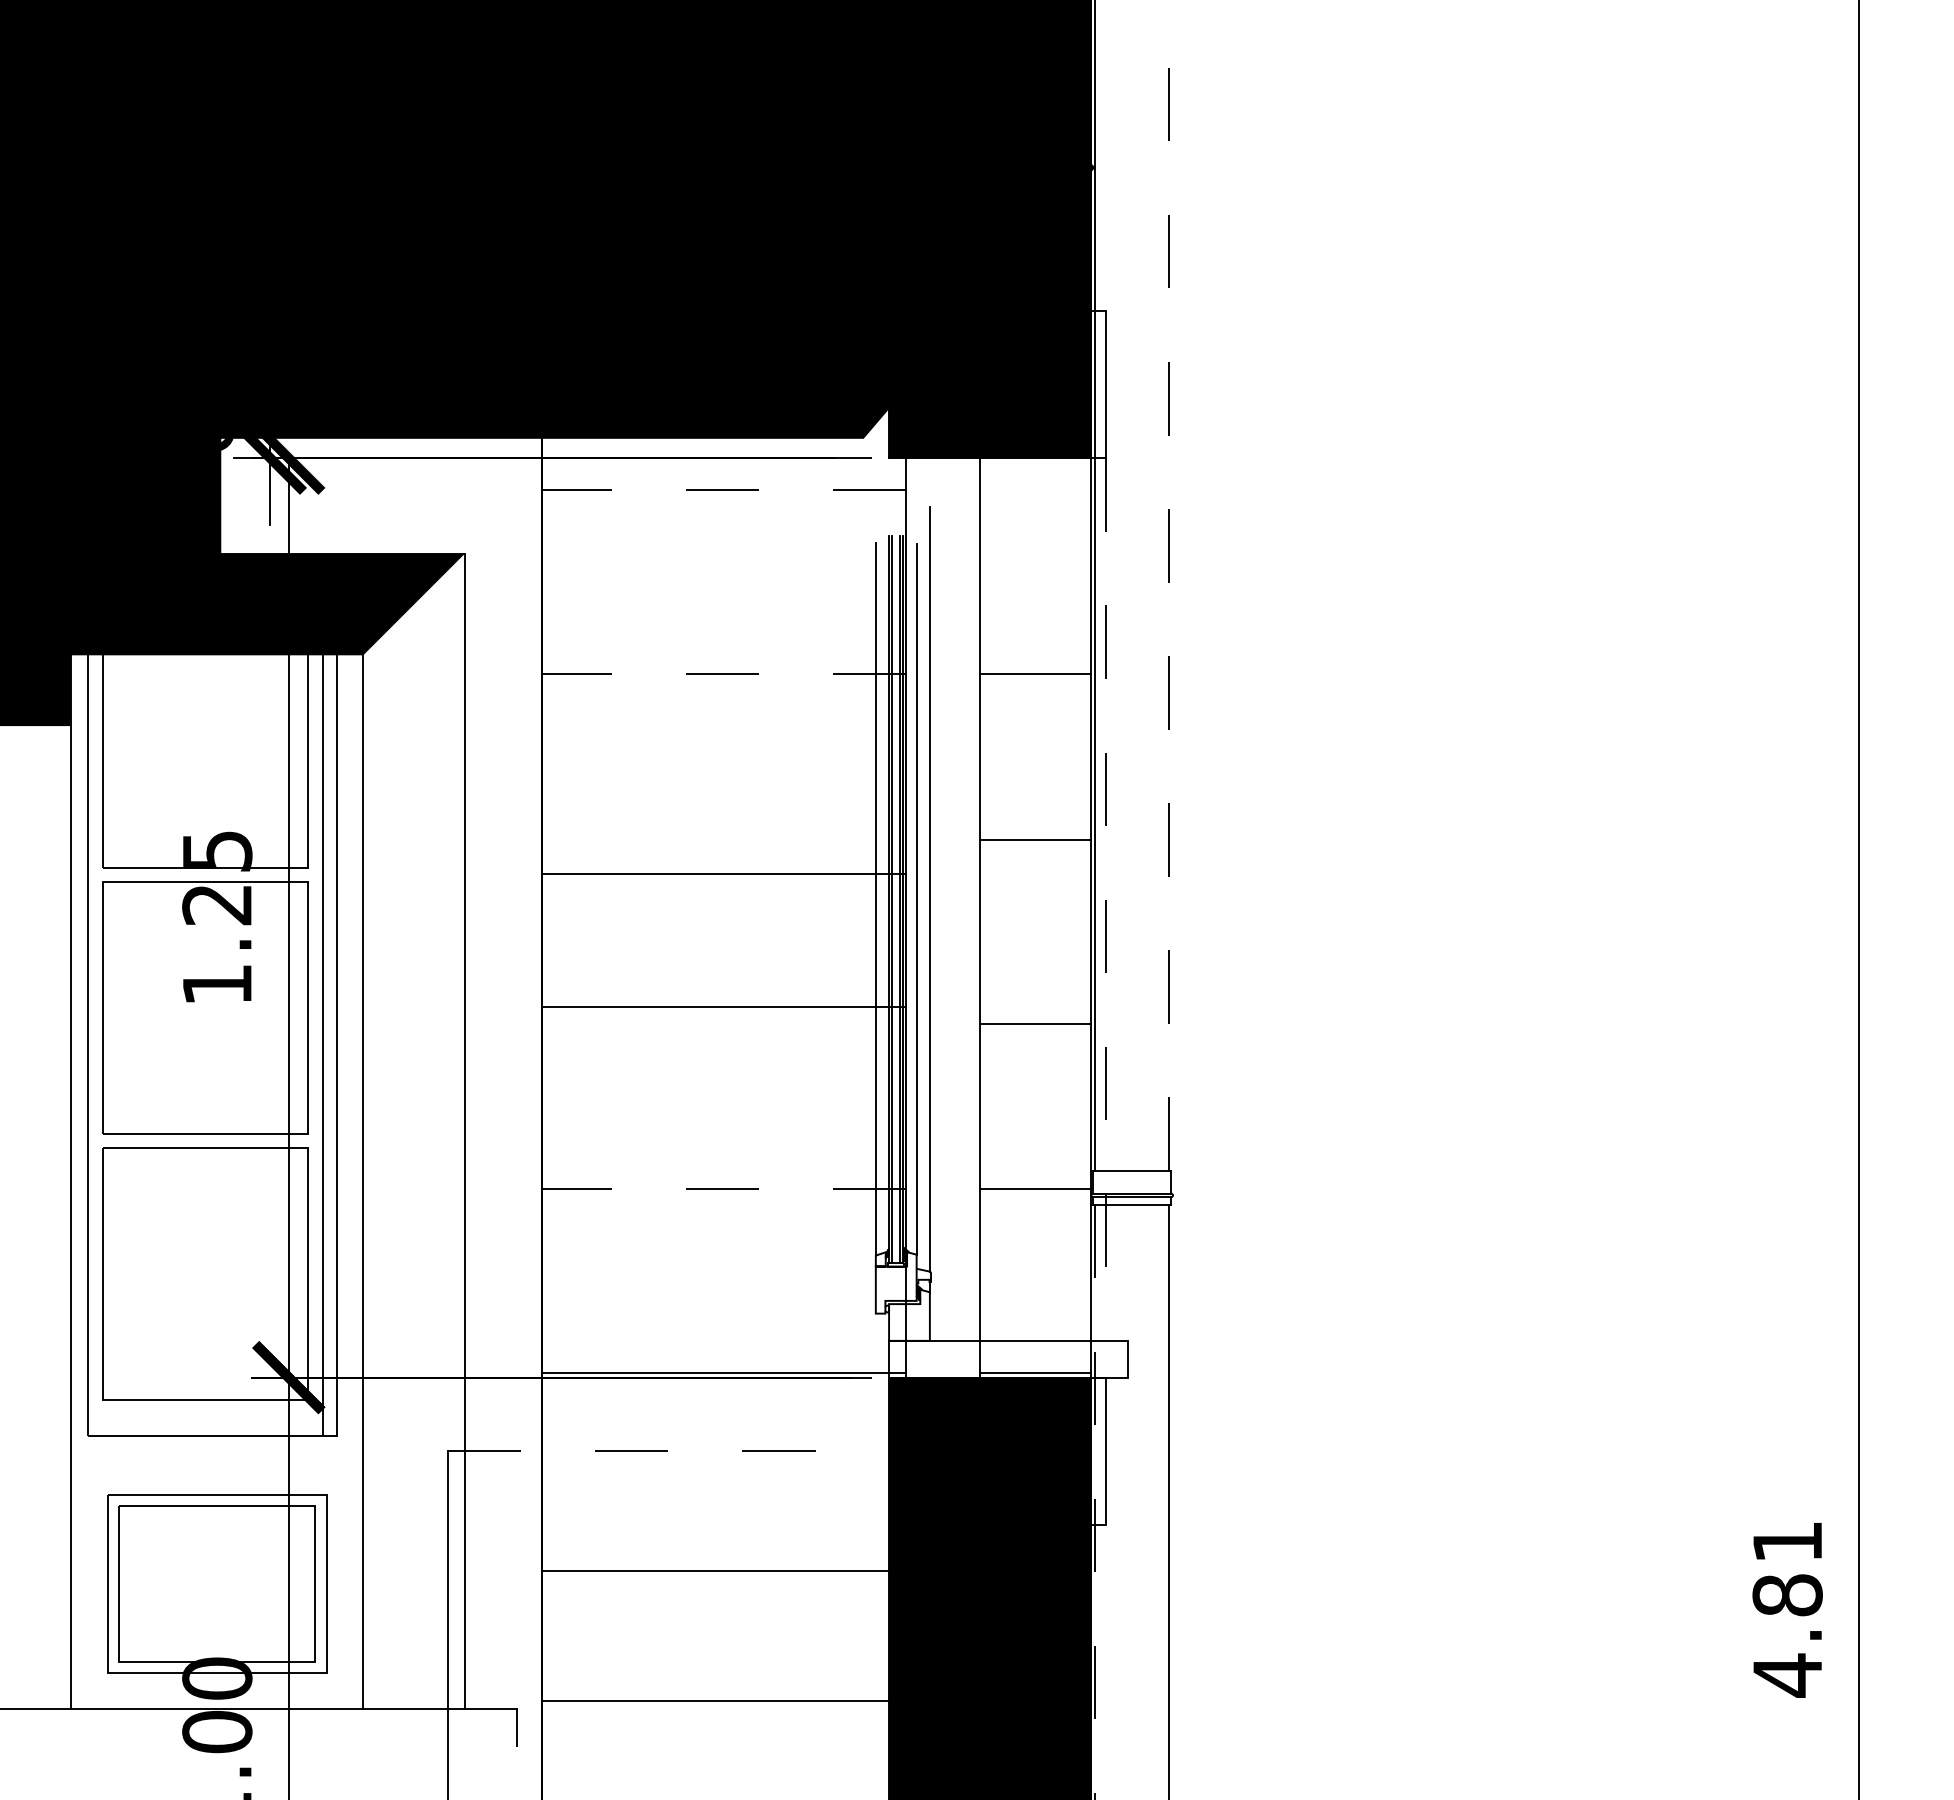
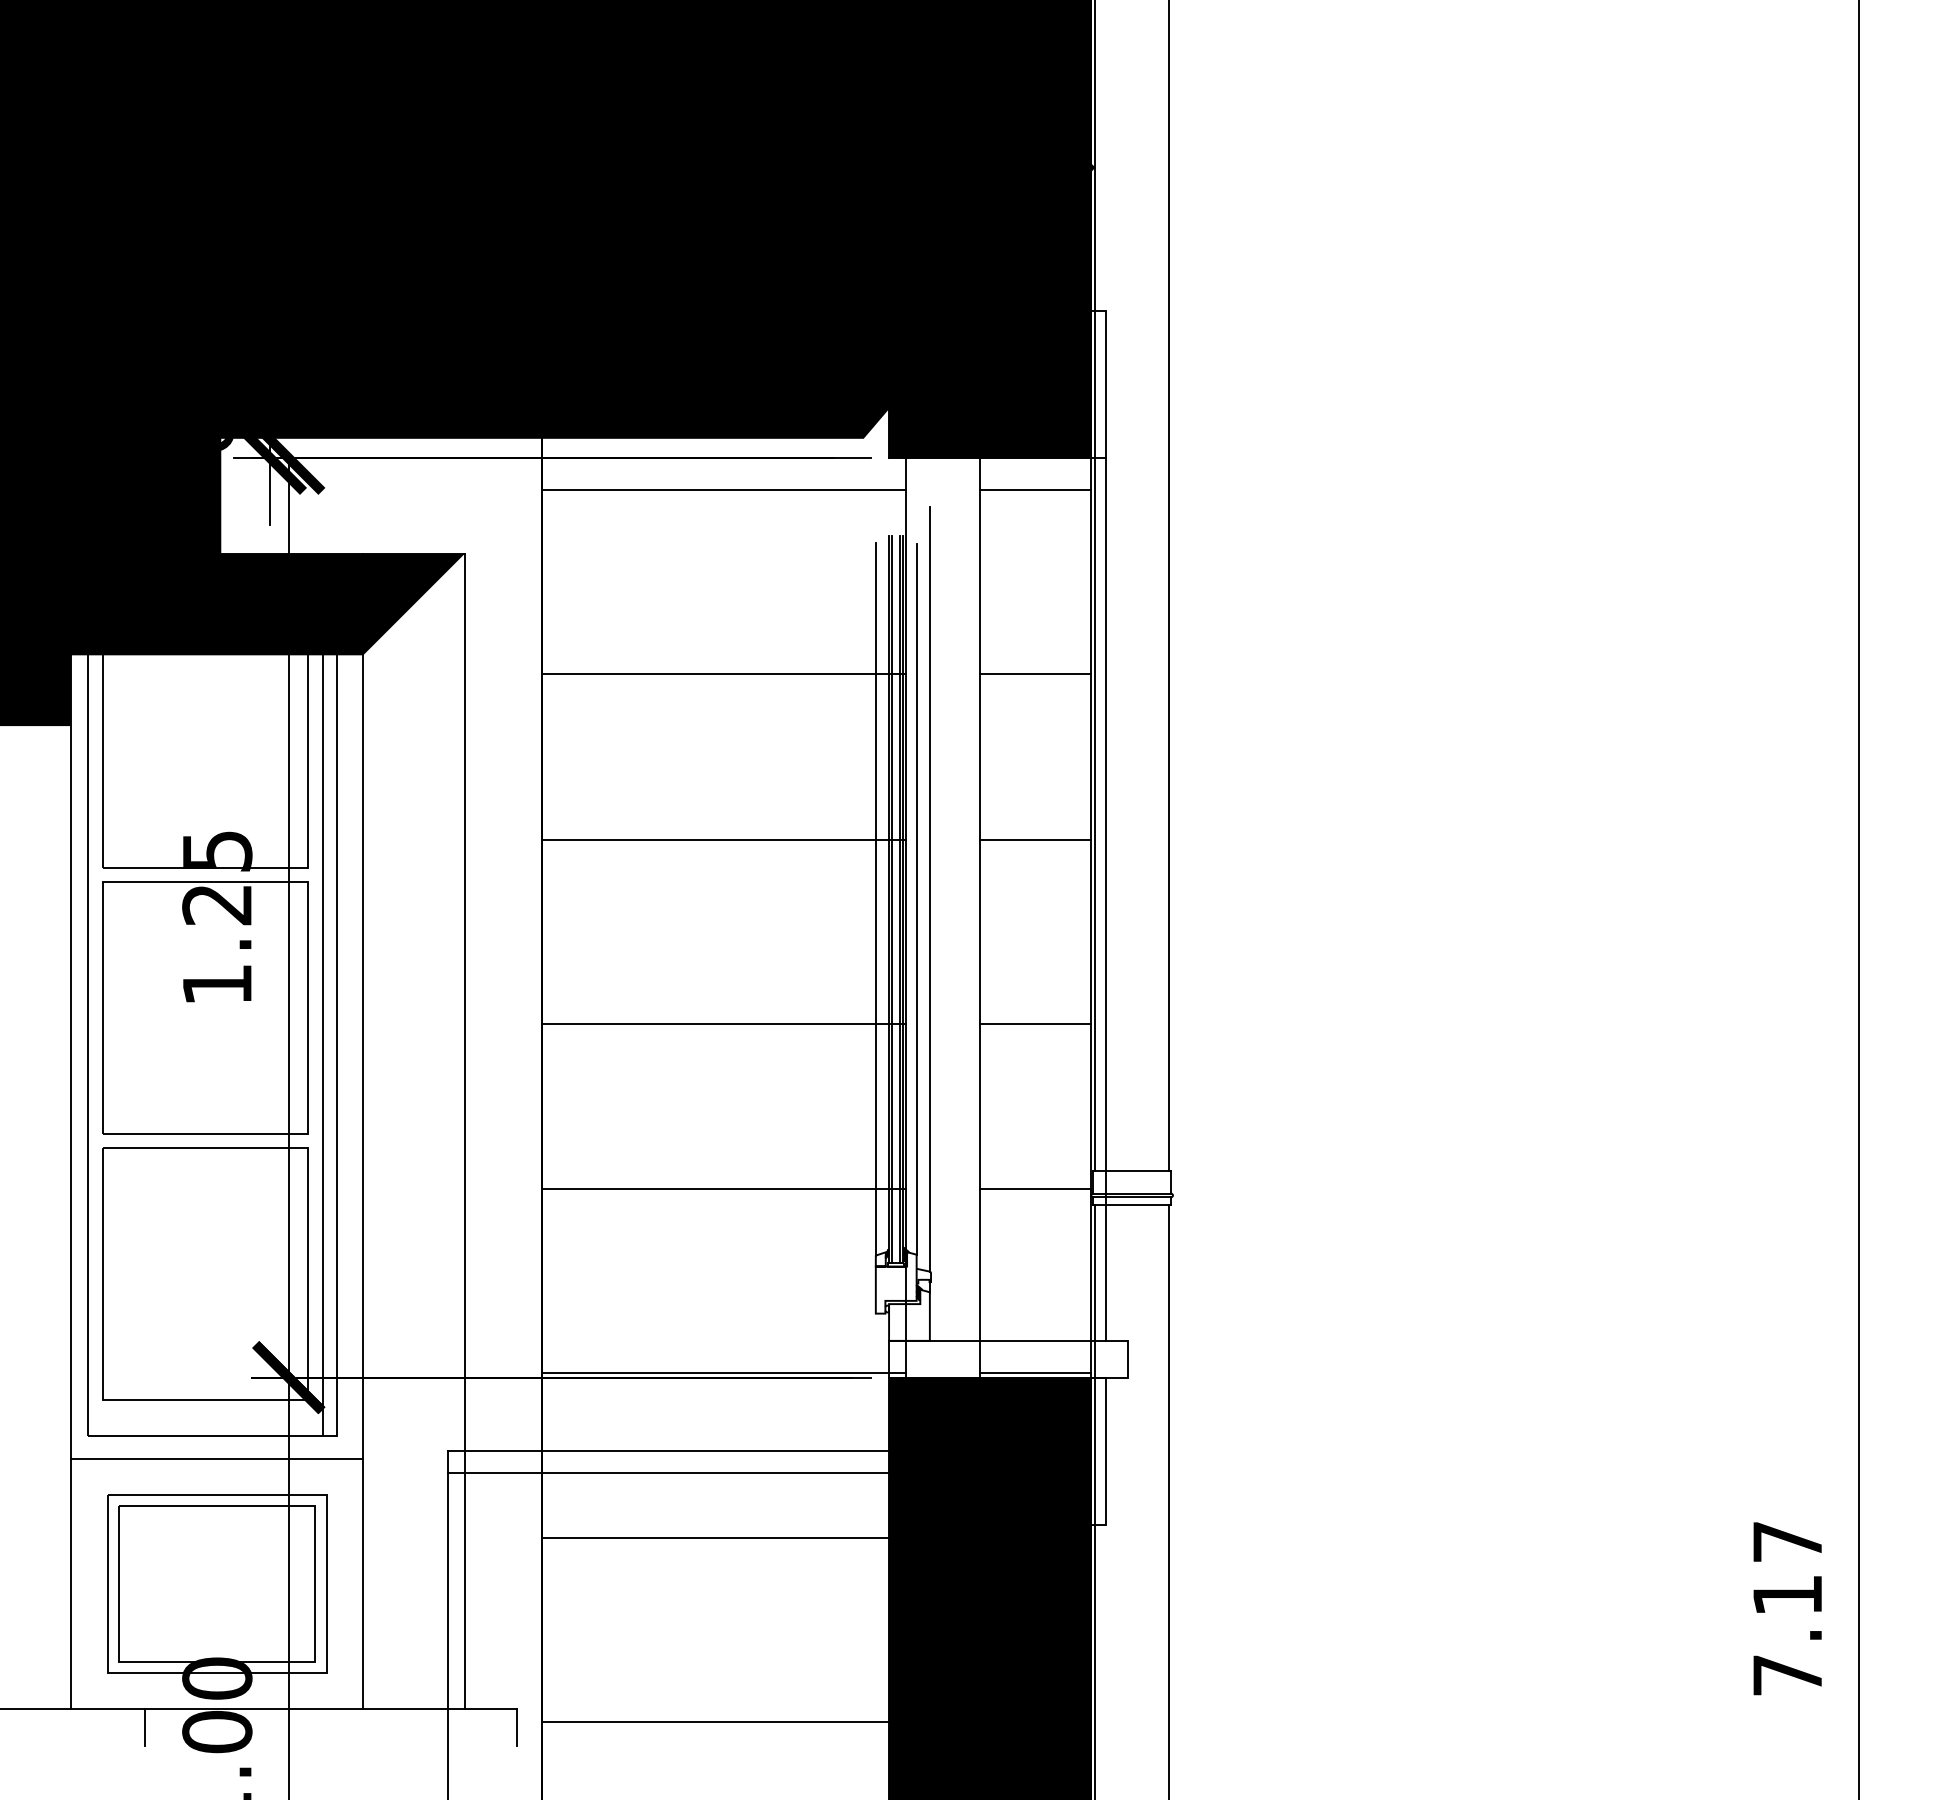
line at (723, 490): dashed -> solid
line at (1035, 490): none -> present
line at (1168, 586): dashed -> solid
line at (723, 674): dashed -> solid
line at (724, 873) position: (724, 873) -> (724, 839)
line at (1106, 900): dashed -> solid
line at (724, 1006) position: (724, 1006) -> (724, 1023)
line at (723, 1189): dashed -> solid
line at (668, 1451): dashed -> solid
line at (216, 1458): none -> present
line at (668, 1473): none -> present
line at (1095, 1502): dashed -> solid
line at (724, 1571) position: (724, 1571) -> (724, 1538)
text at (1787, 1609): 4.81 -> 7.17
line at (724, 1701) position: (724, 1701) -> (724, 1722)
line at (145, 1727): none -> present
